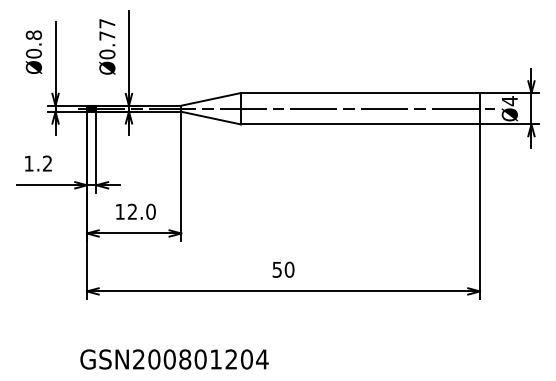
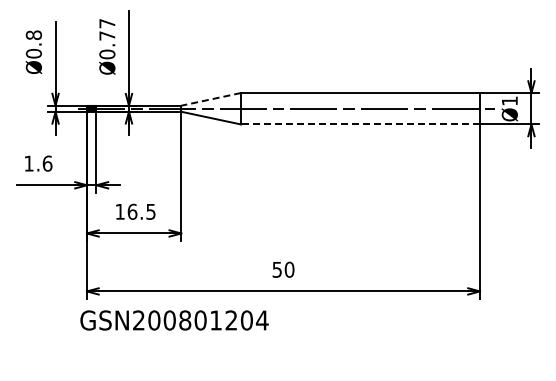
line at (211, 99): solid -> dashed
text at (509, 101): Ø4 -> Ø1
line at (360, 124): solid -> dashed
text at (47, 163): 1.2 -> 1.6
text at (141, 211): 12.0 -> 16.5
text at (174, 359) position: (174, 359) -> (174, 320)
